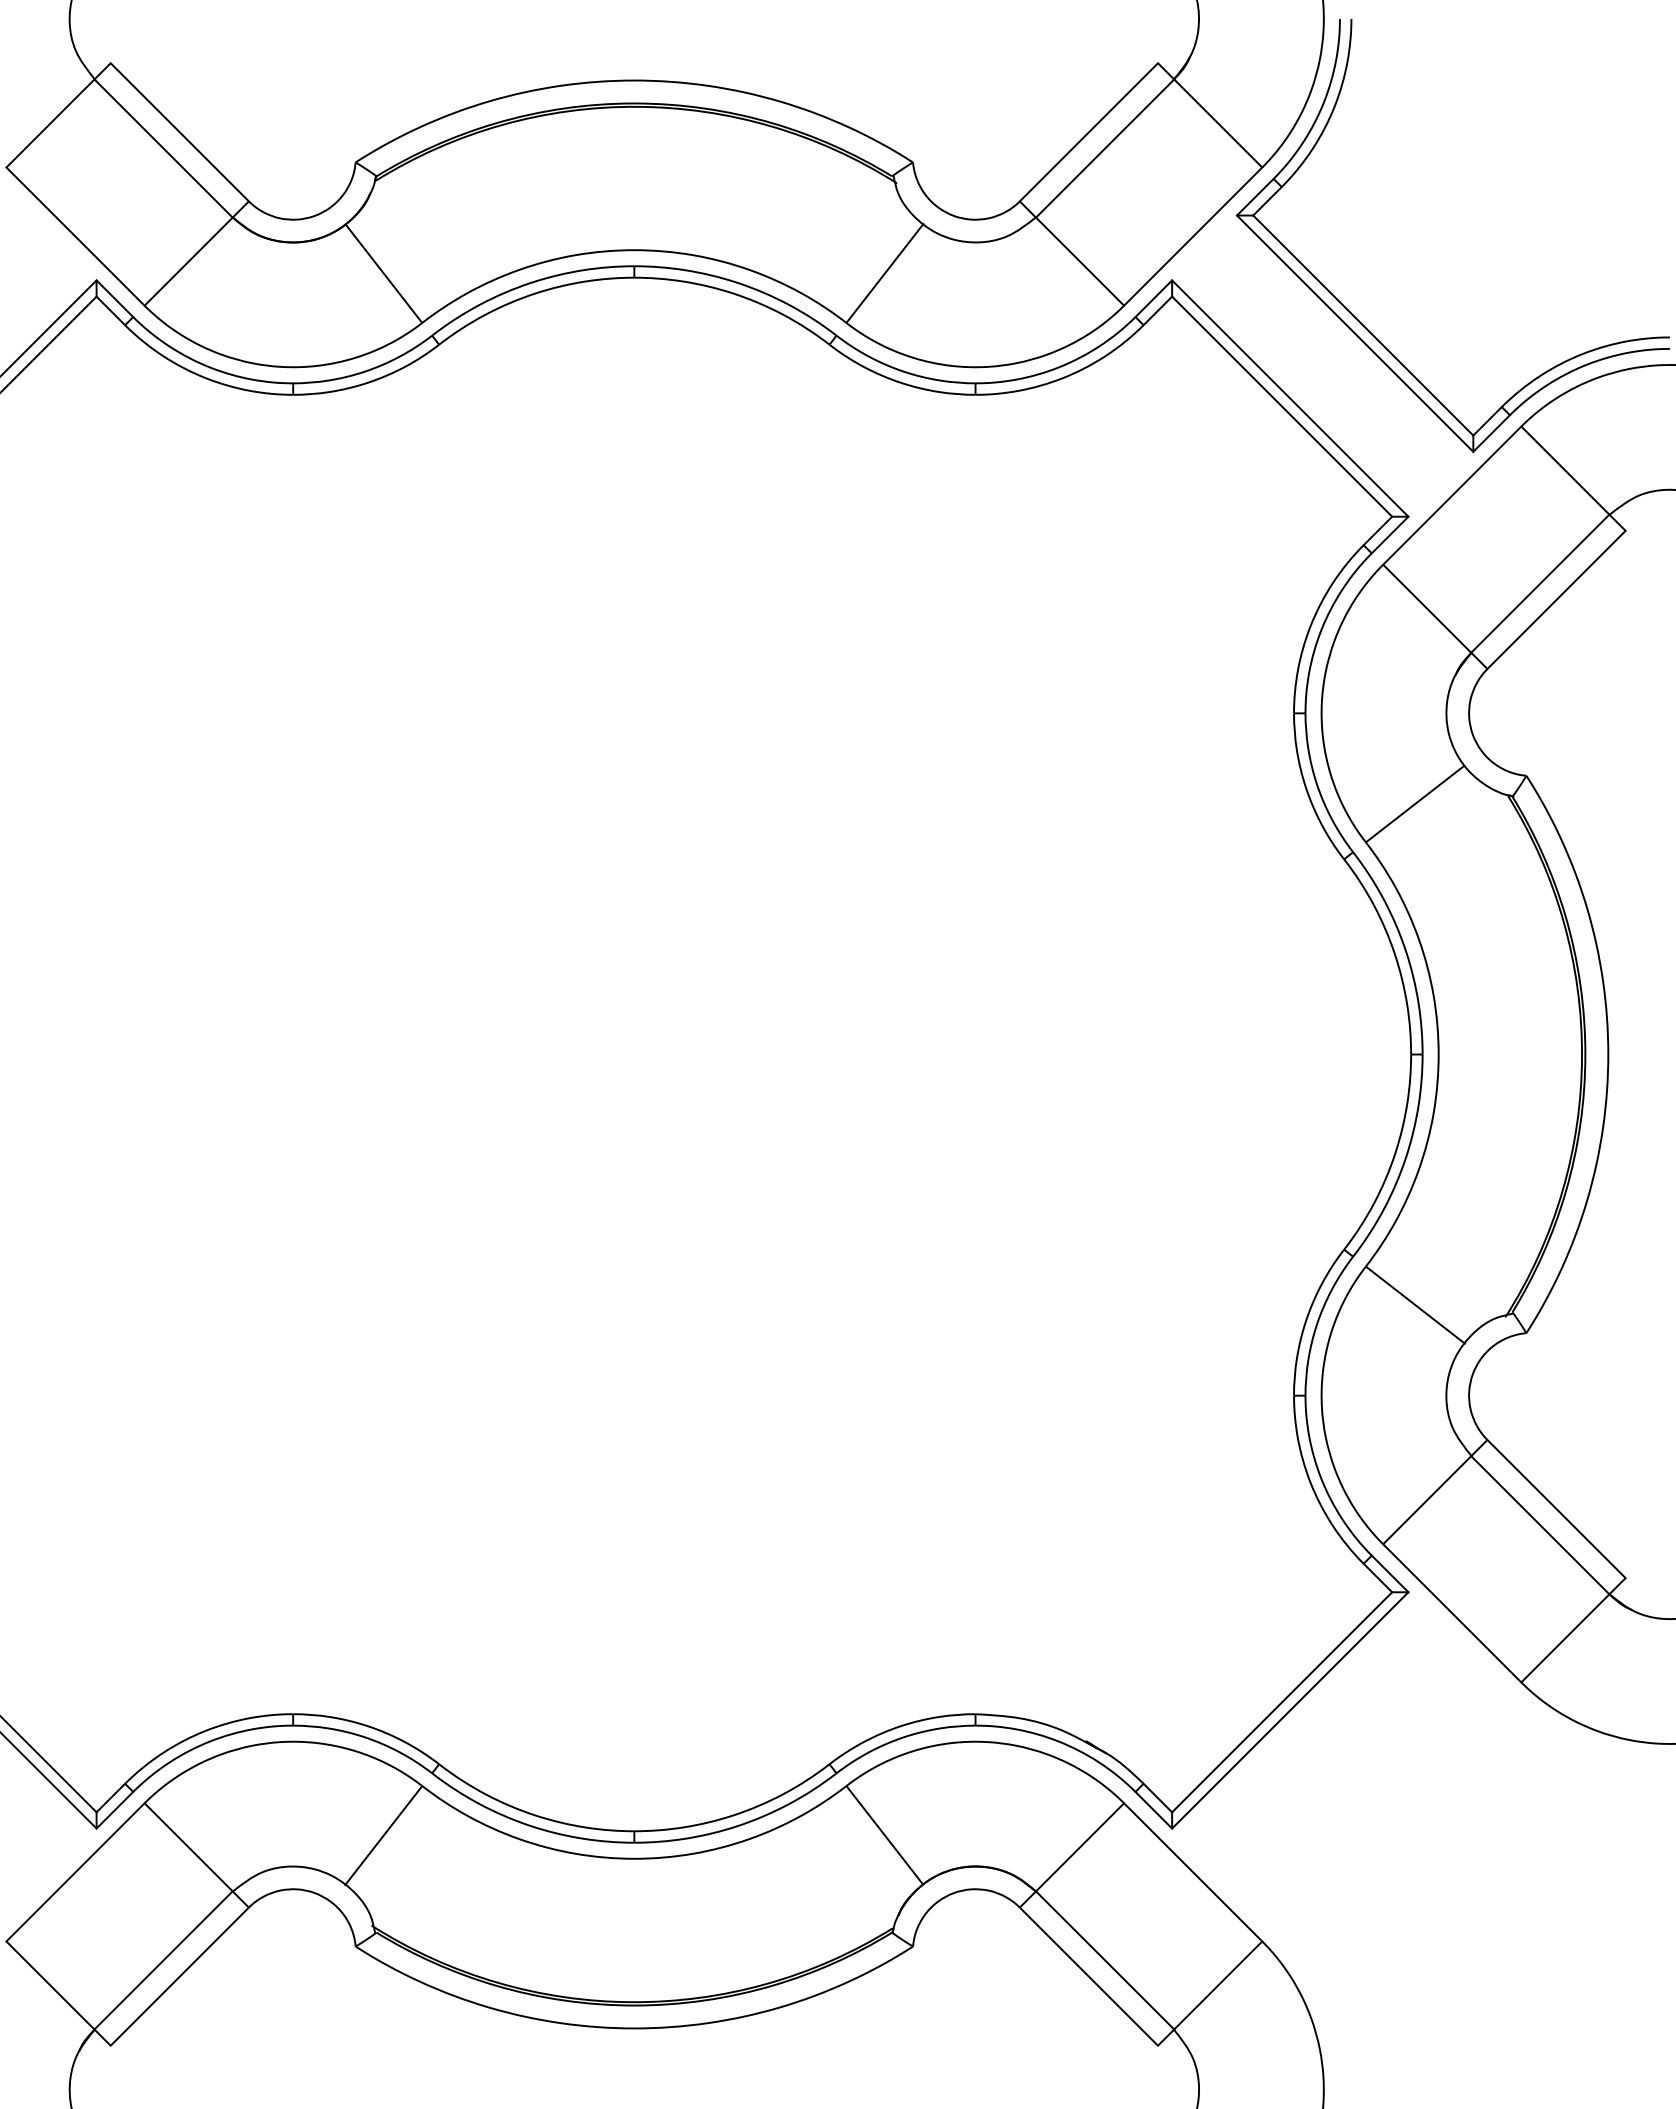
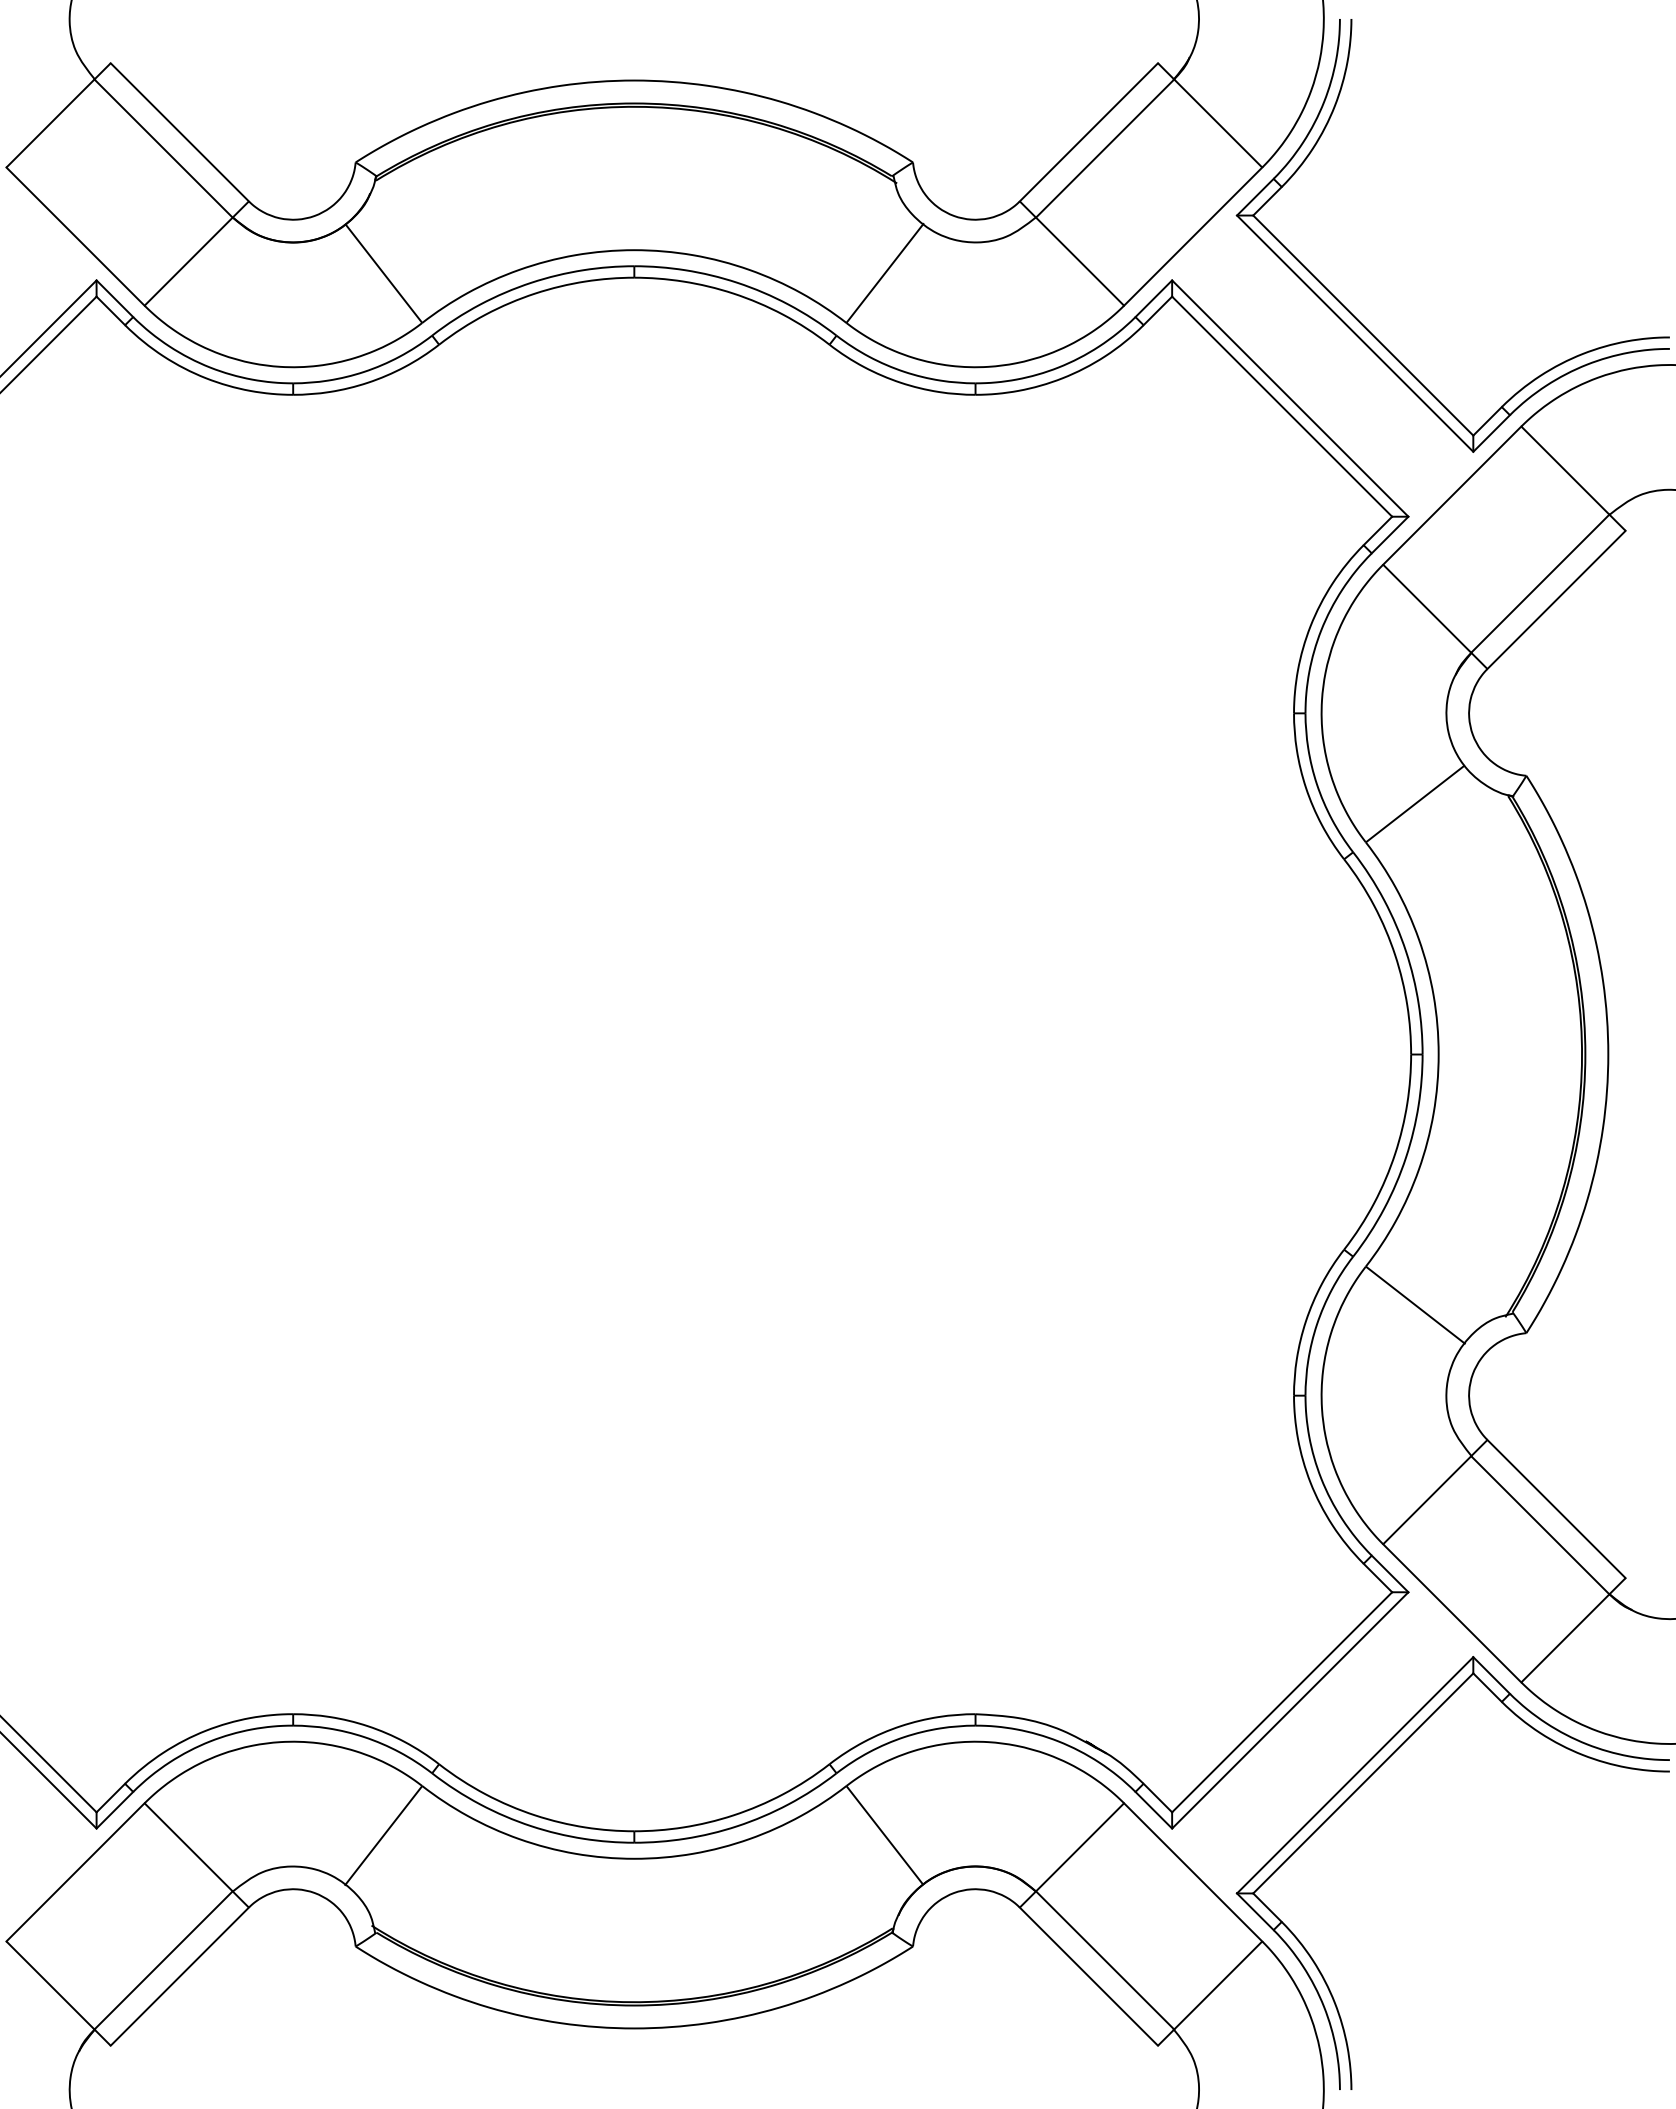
part at (1364, 1783): none -> present
